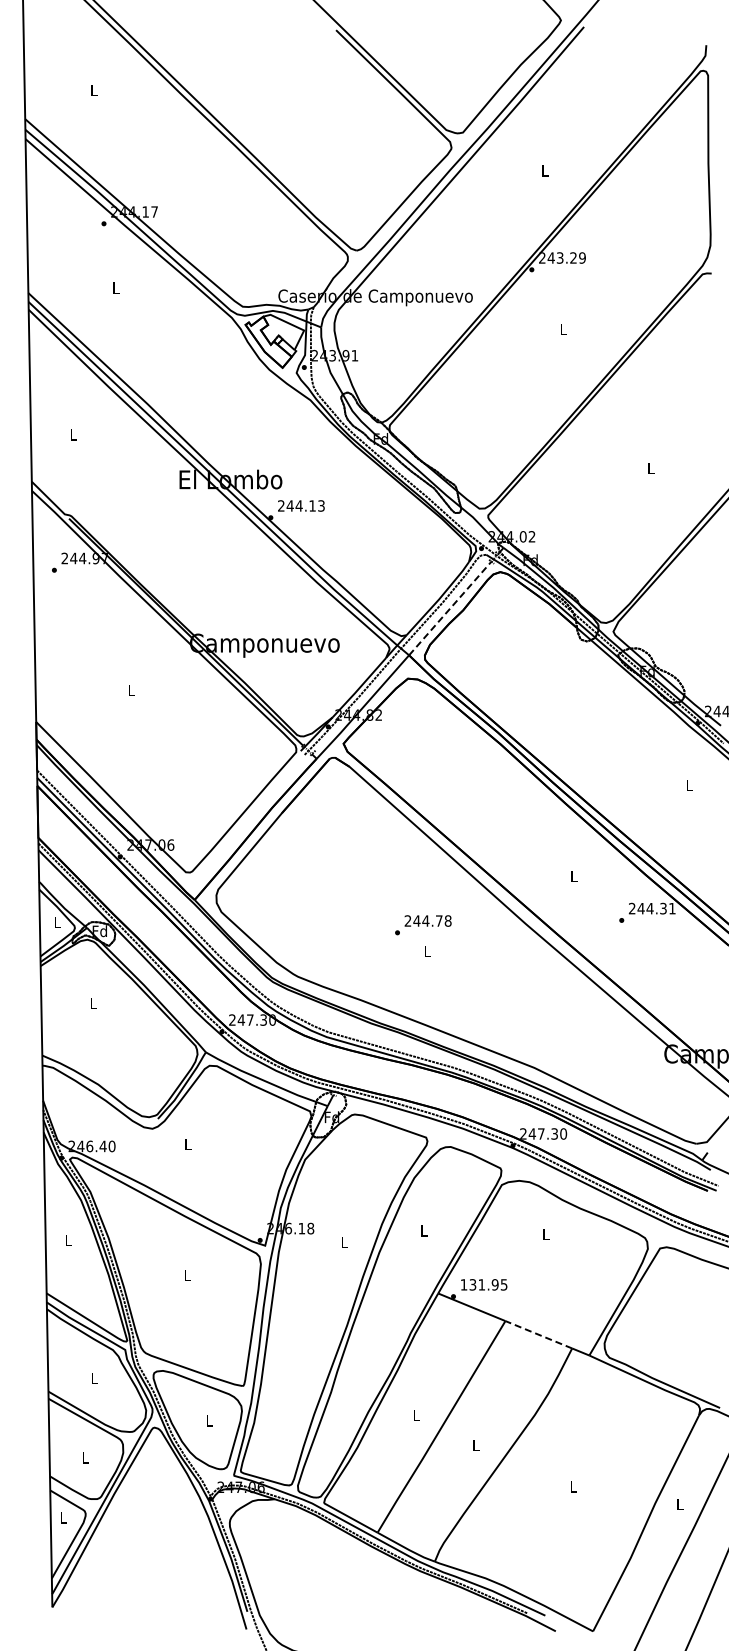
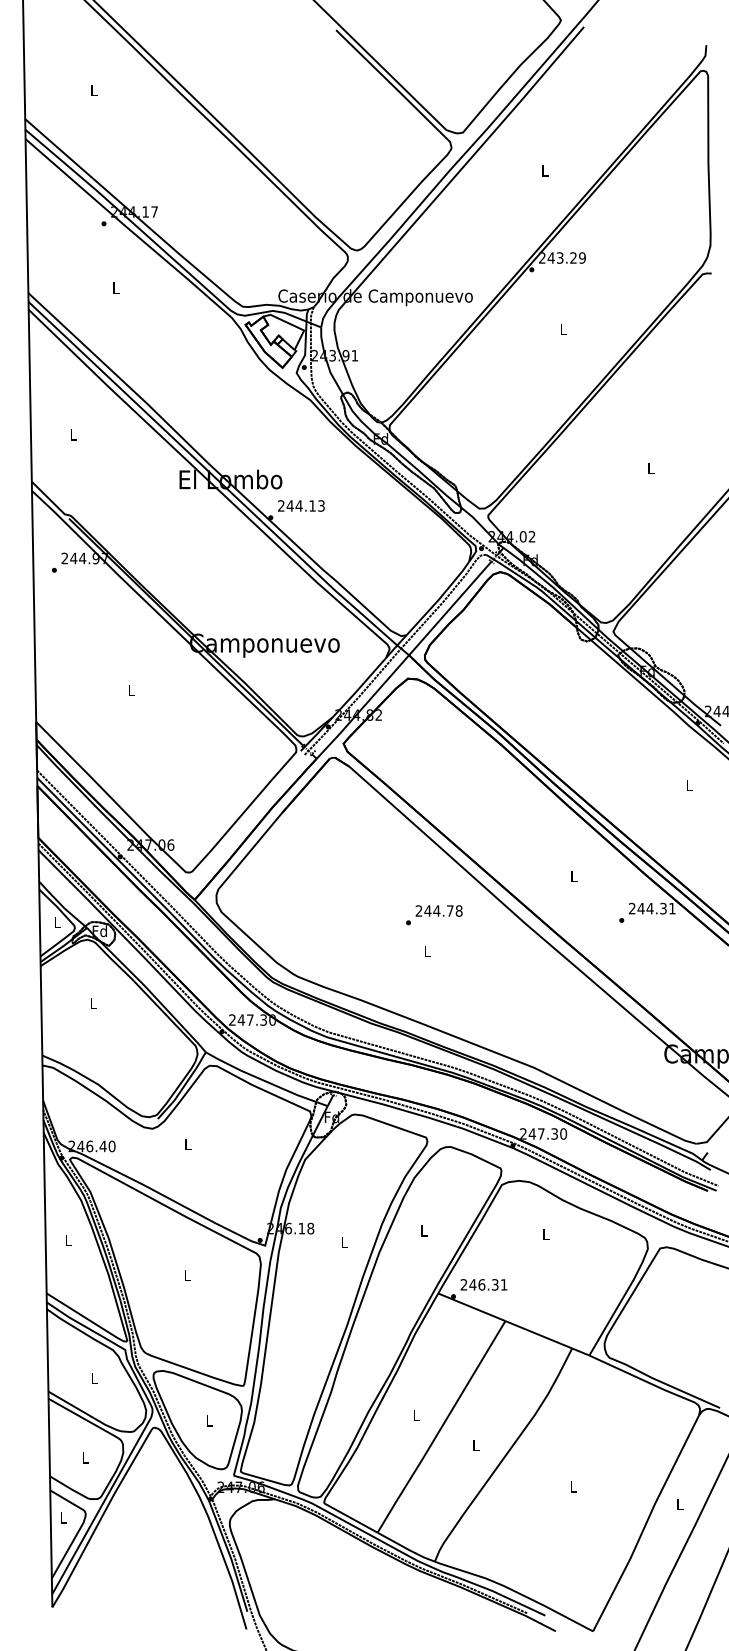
line at (450, 608): dashed -> solid
text at (423, 925) position: (423, 925) -> (434, 915)
text at (483, 1284): 131.95 -> 246.31
line at (538, 1334): dashed -> solid
